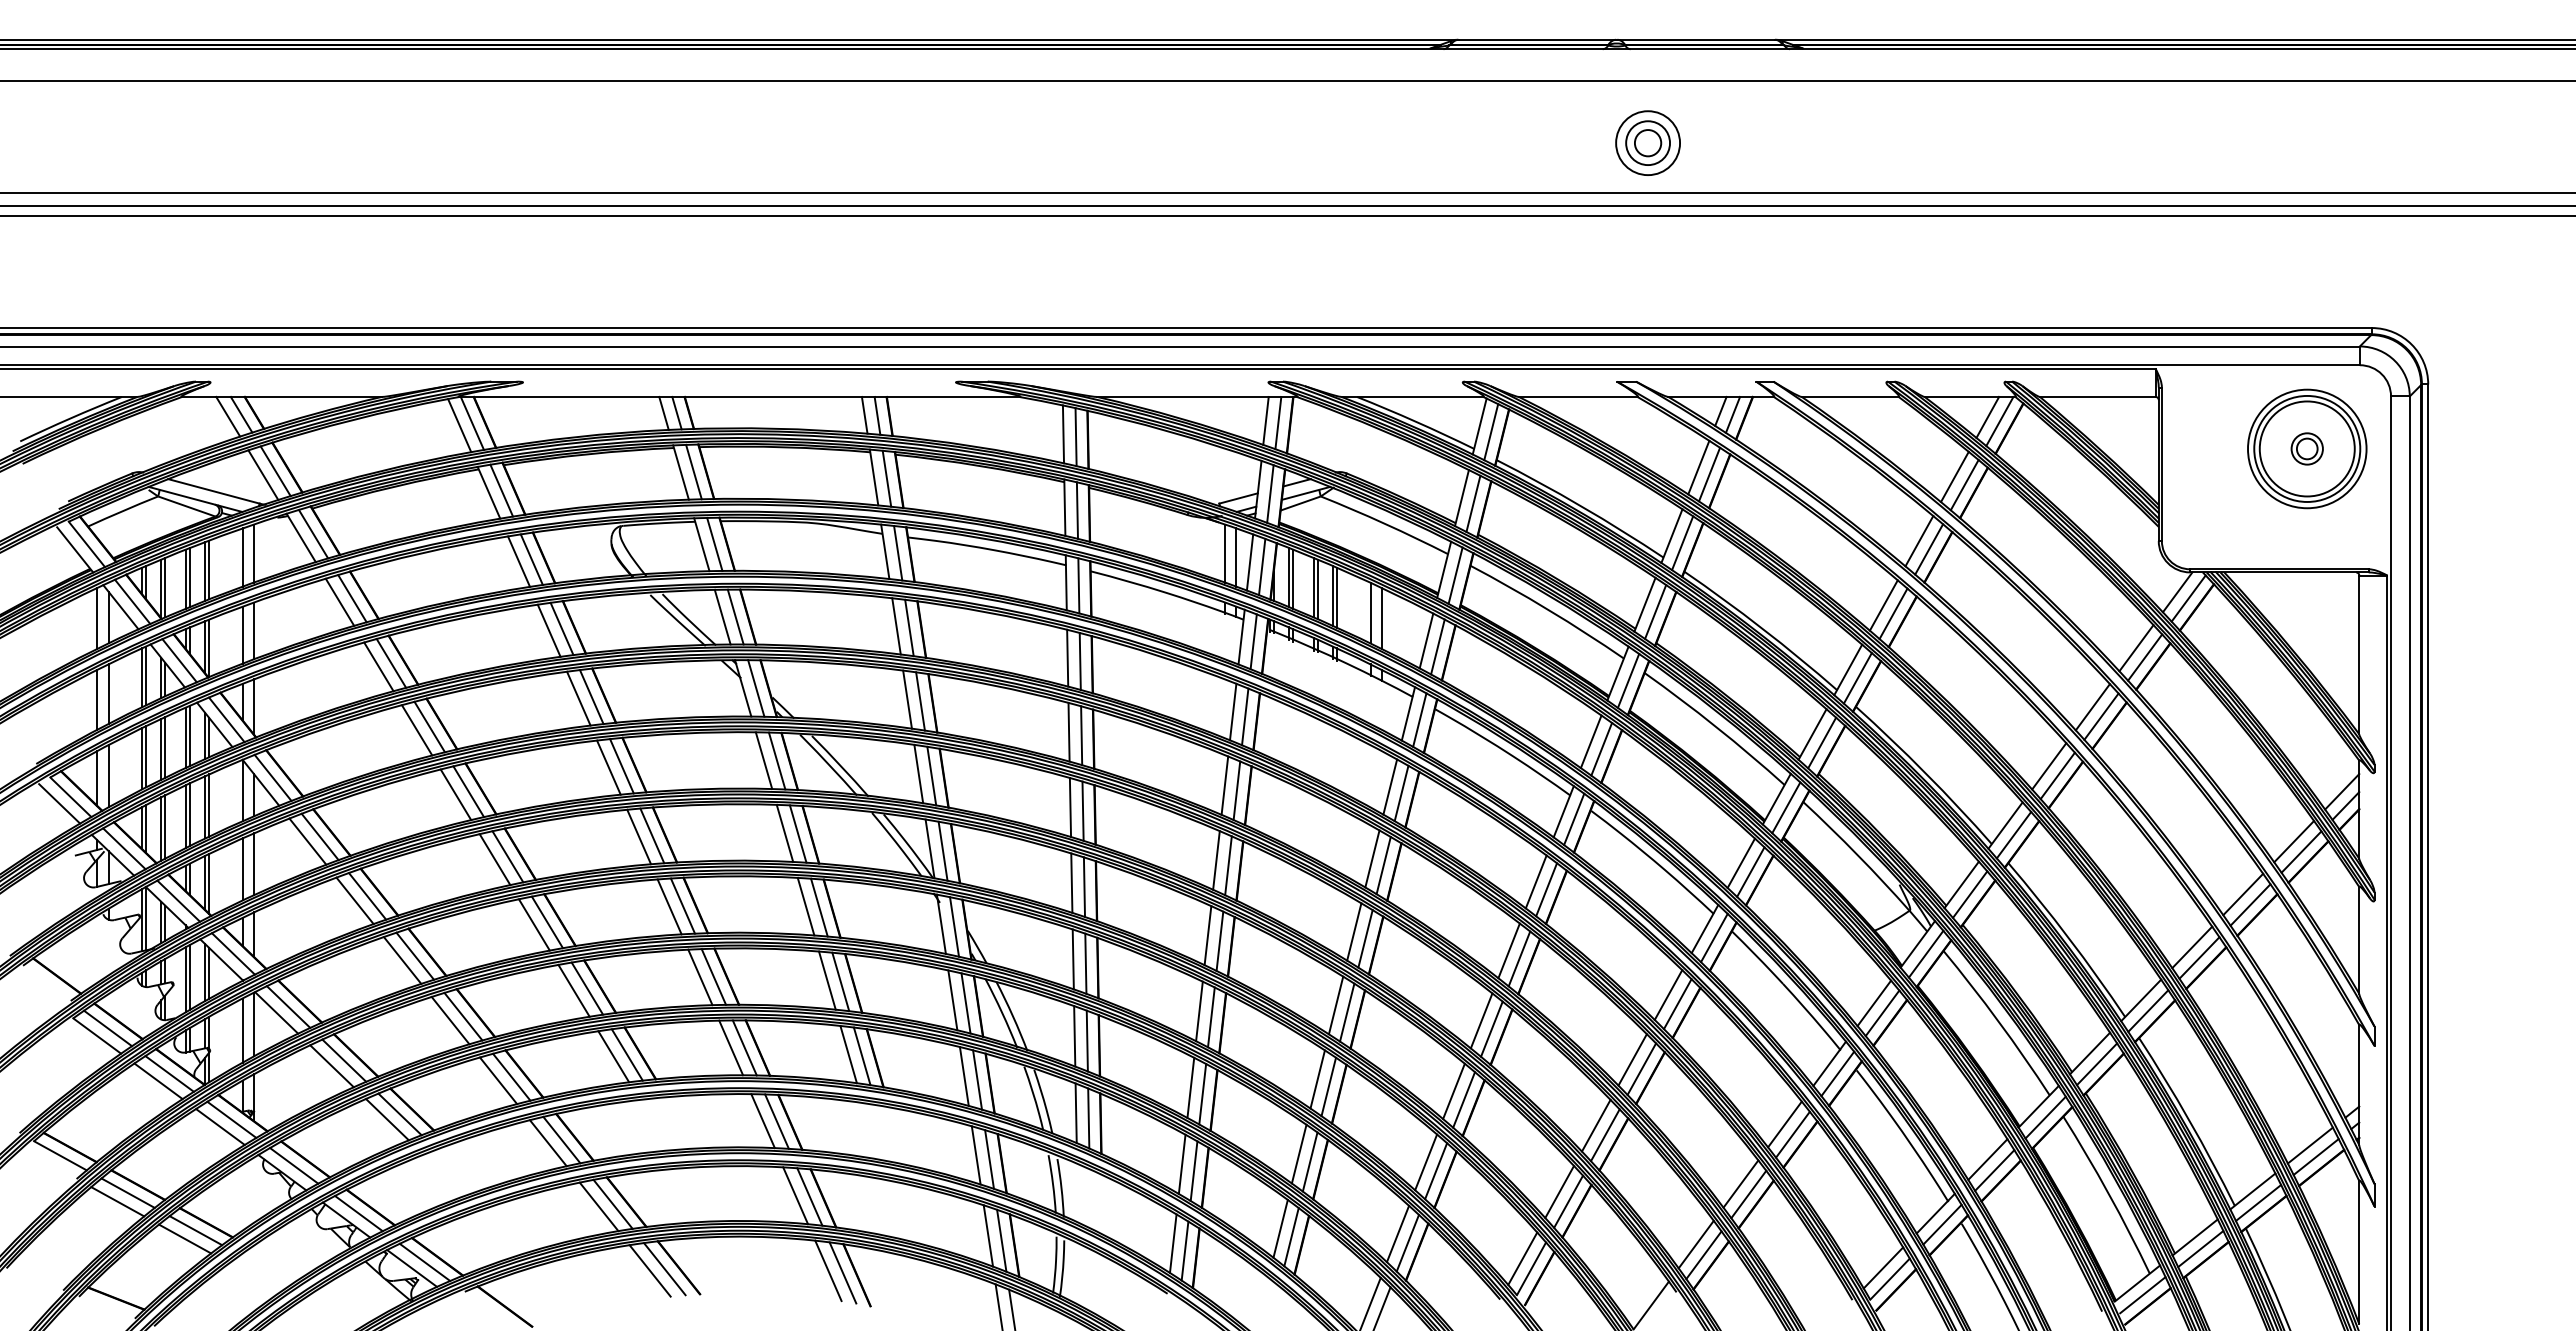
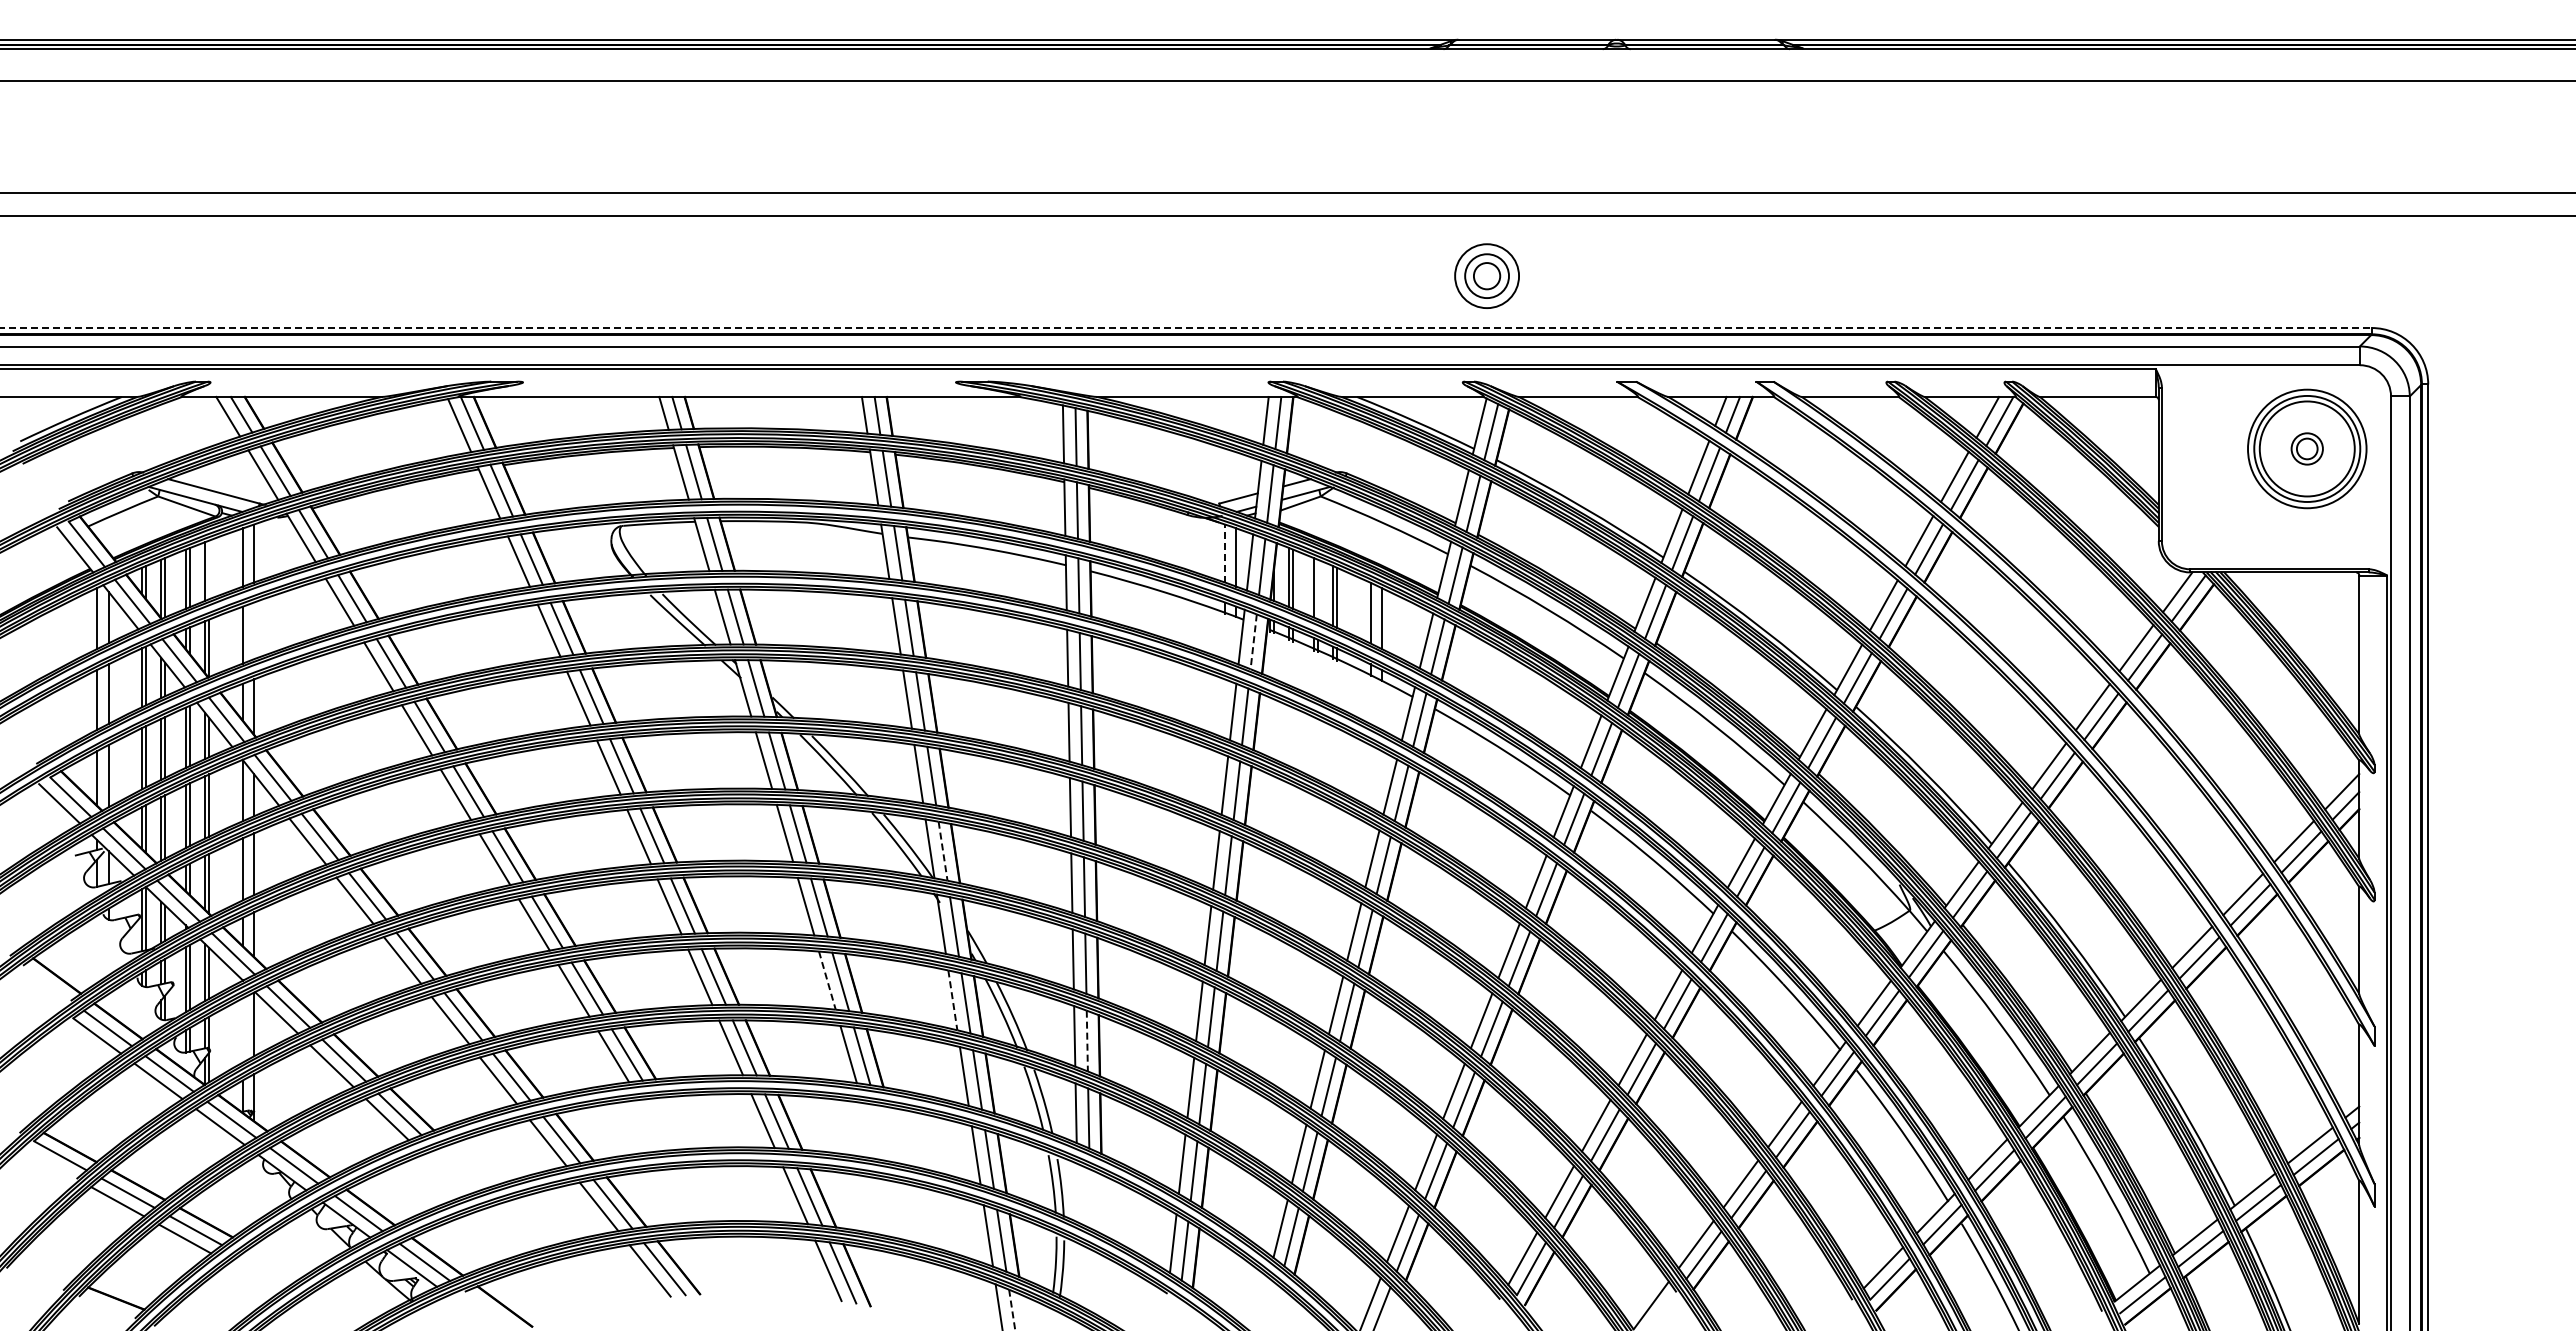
part at (1647, 142) position: (1647, 142) -> (1486, 275)
line at (1287, 205): present -> none
line at (1185, 328): solid -> dashed
line at (1225, 553): solid -> dashed
line at (209, 569): present -> none
line at (1317, 589): present -> none
line at (253, 630): present -> none
line at (1253, 641): solid -> dashed
line at (943, 851): solid -> dashed
line at (827, 981): solid -> dashed
line at (952, 1000): solid -> dashed
line at (242, 1030): present -> none
line at (1087, 1041): solid -> dashed
line at (1012, 1310): solid -> dashed
